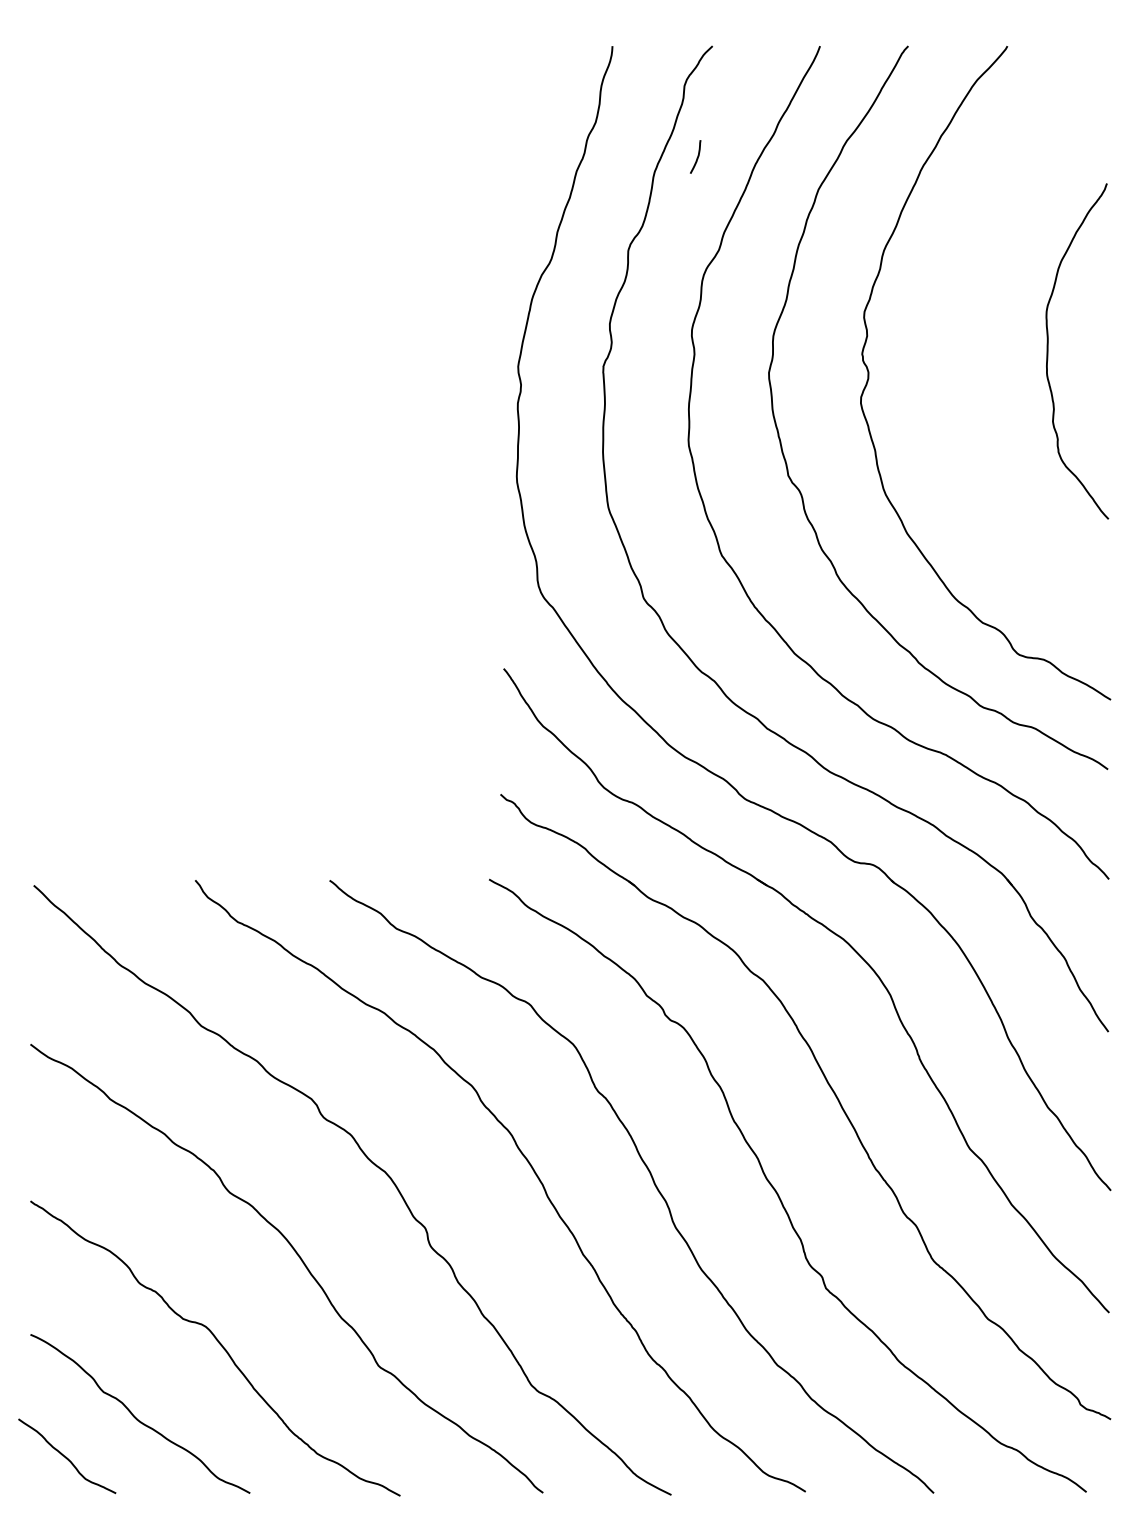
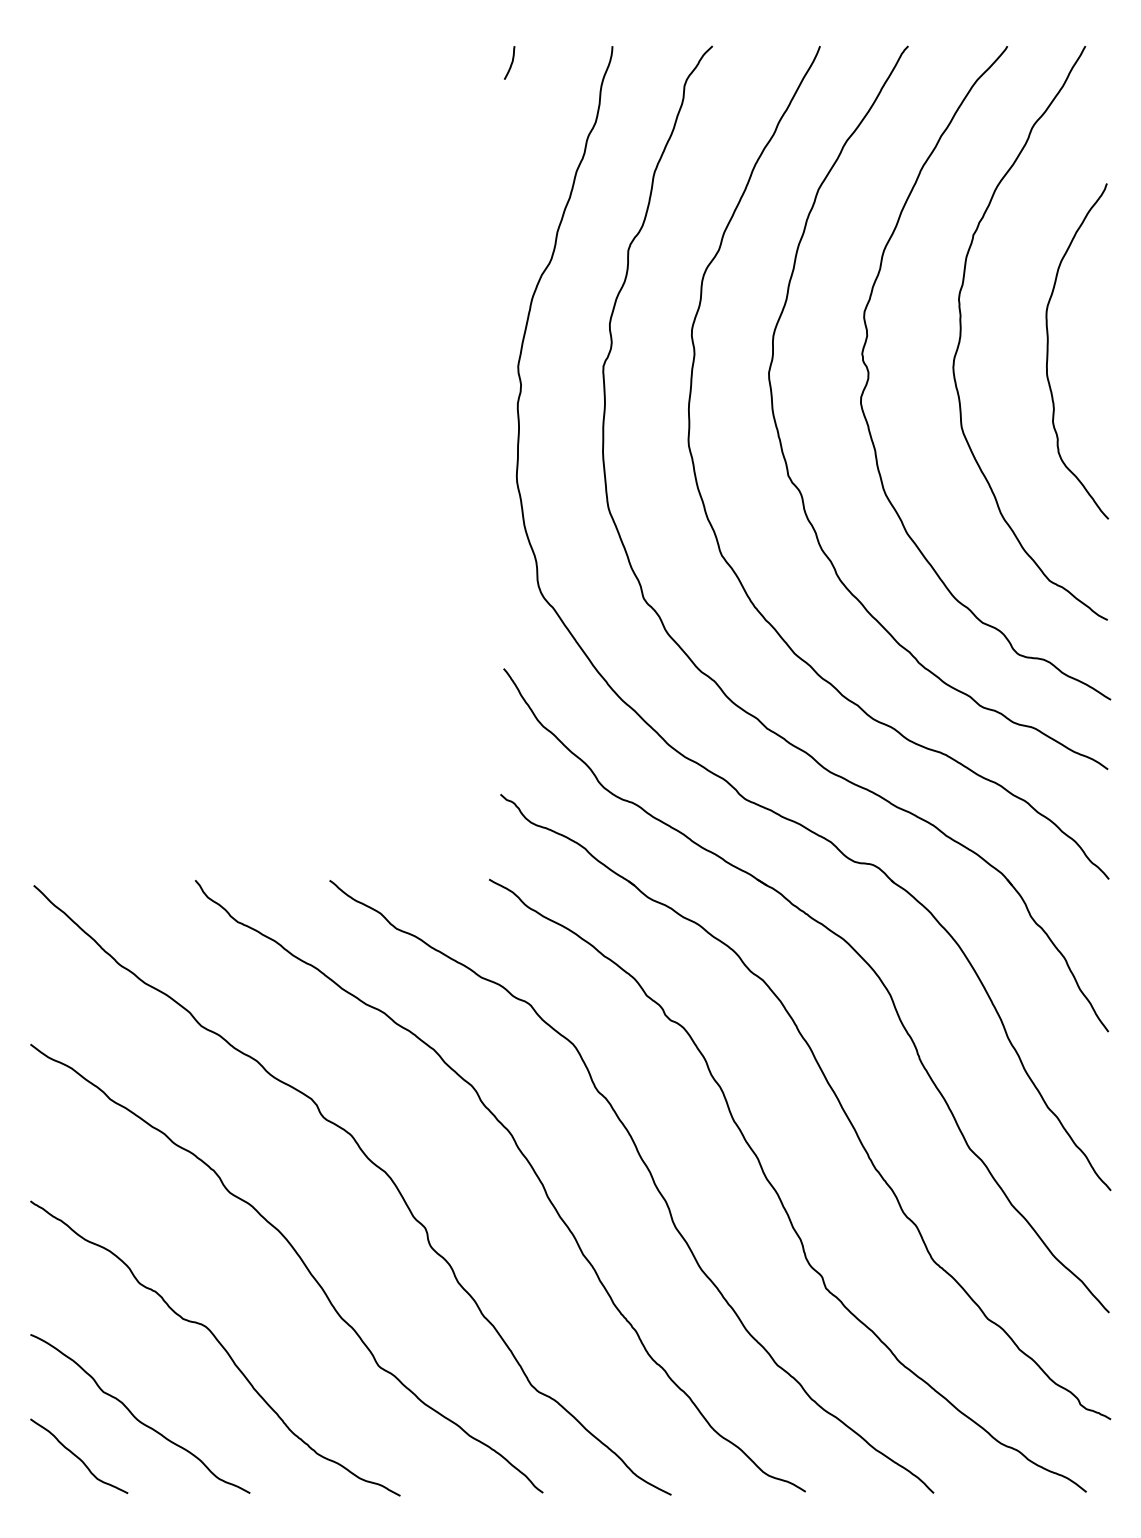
curve at (697, 156) position: (697, 156) -> (511, 62)
curve at (961, 333): none -> present
curve at (66, 1456) position: (66, 1456) -> (78, 1456)
